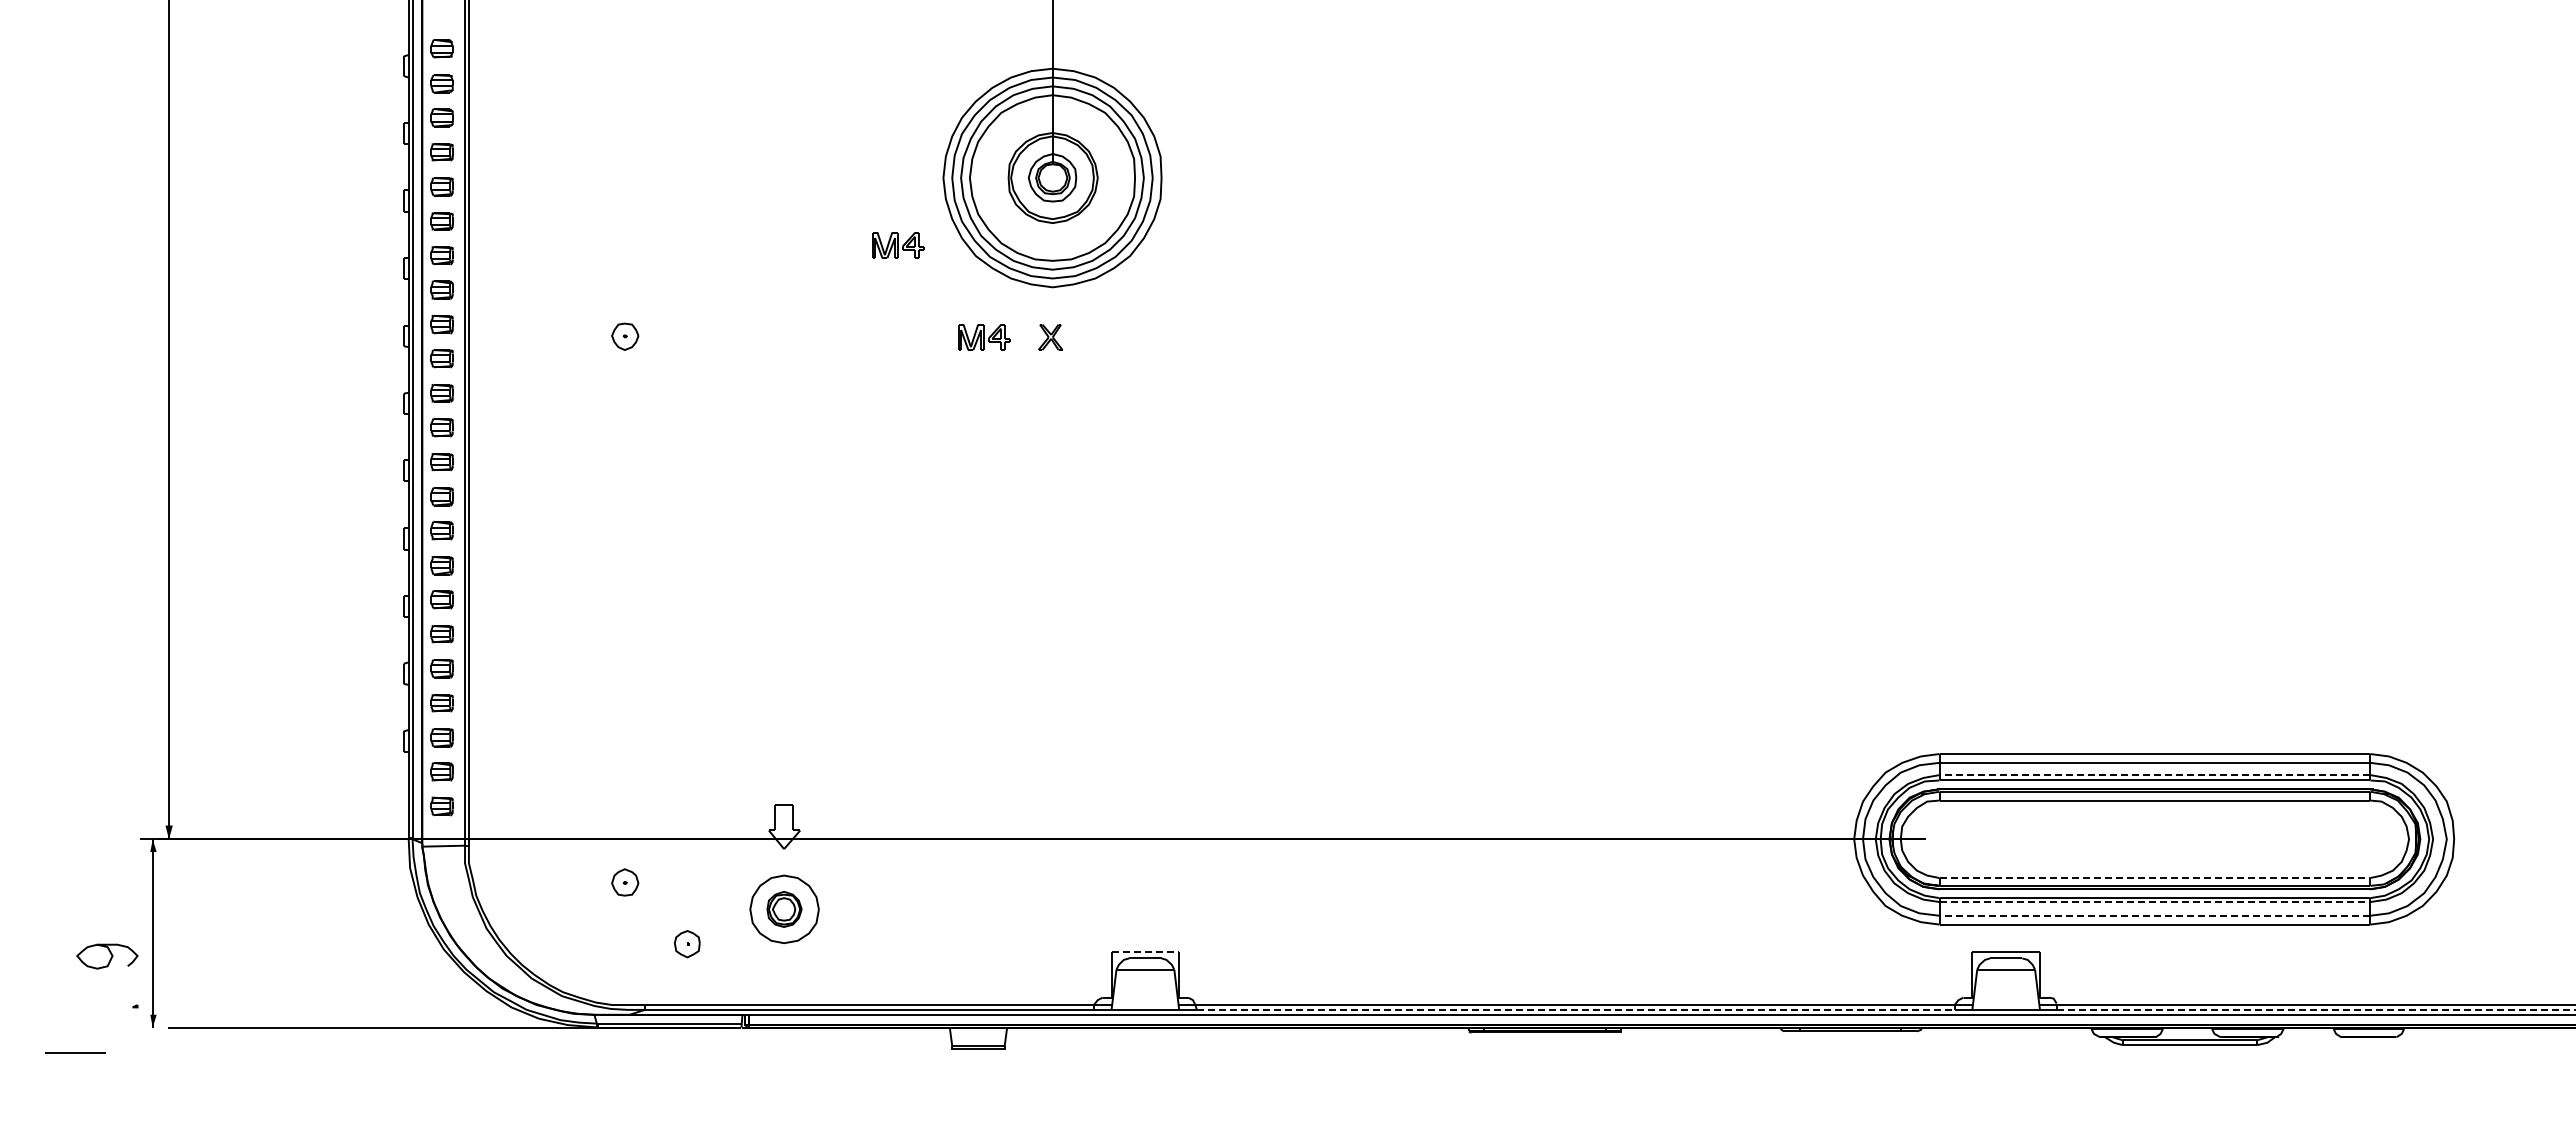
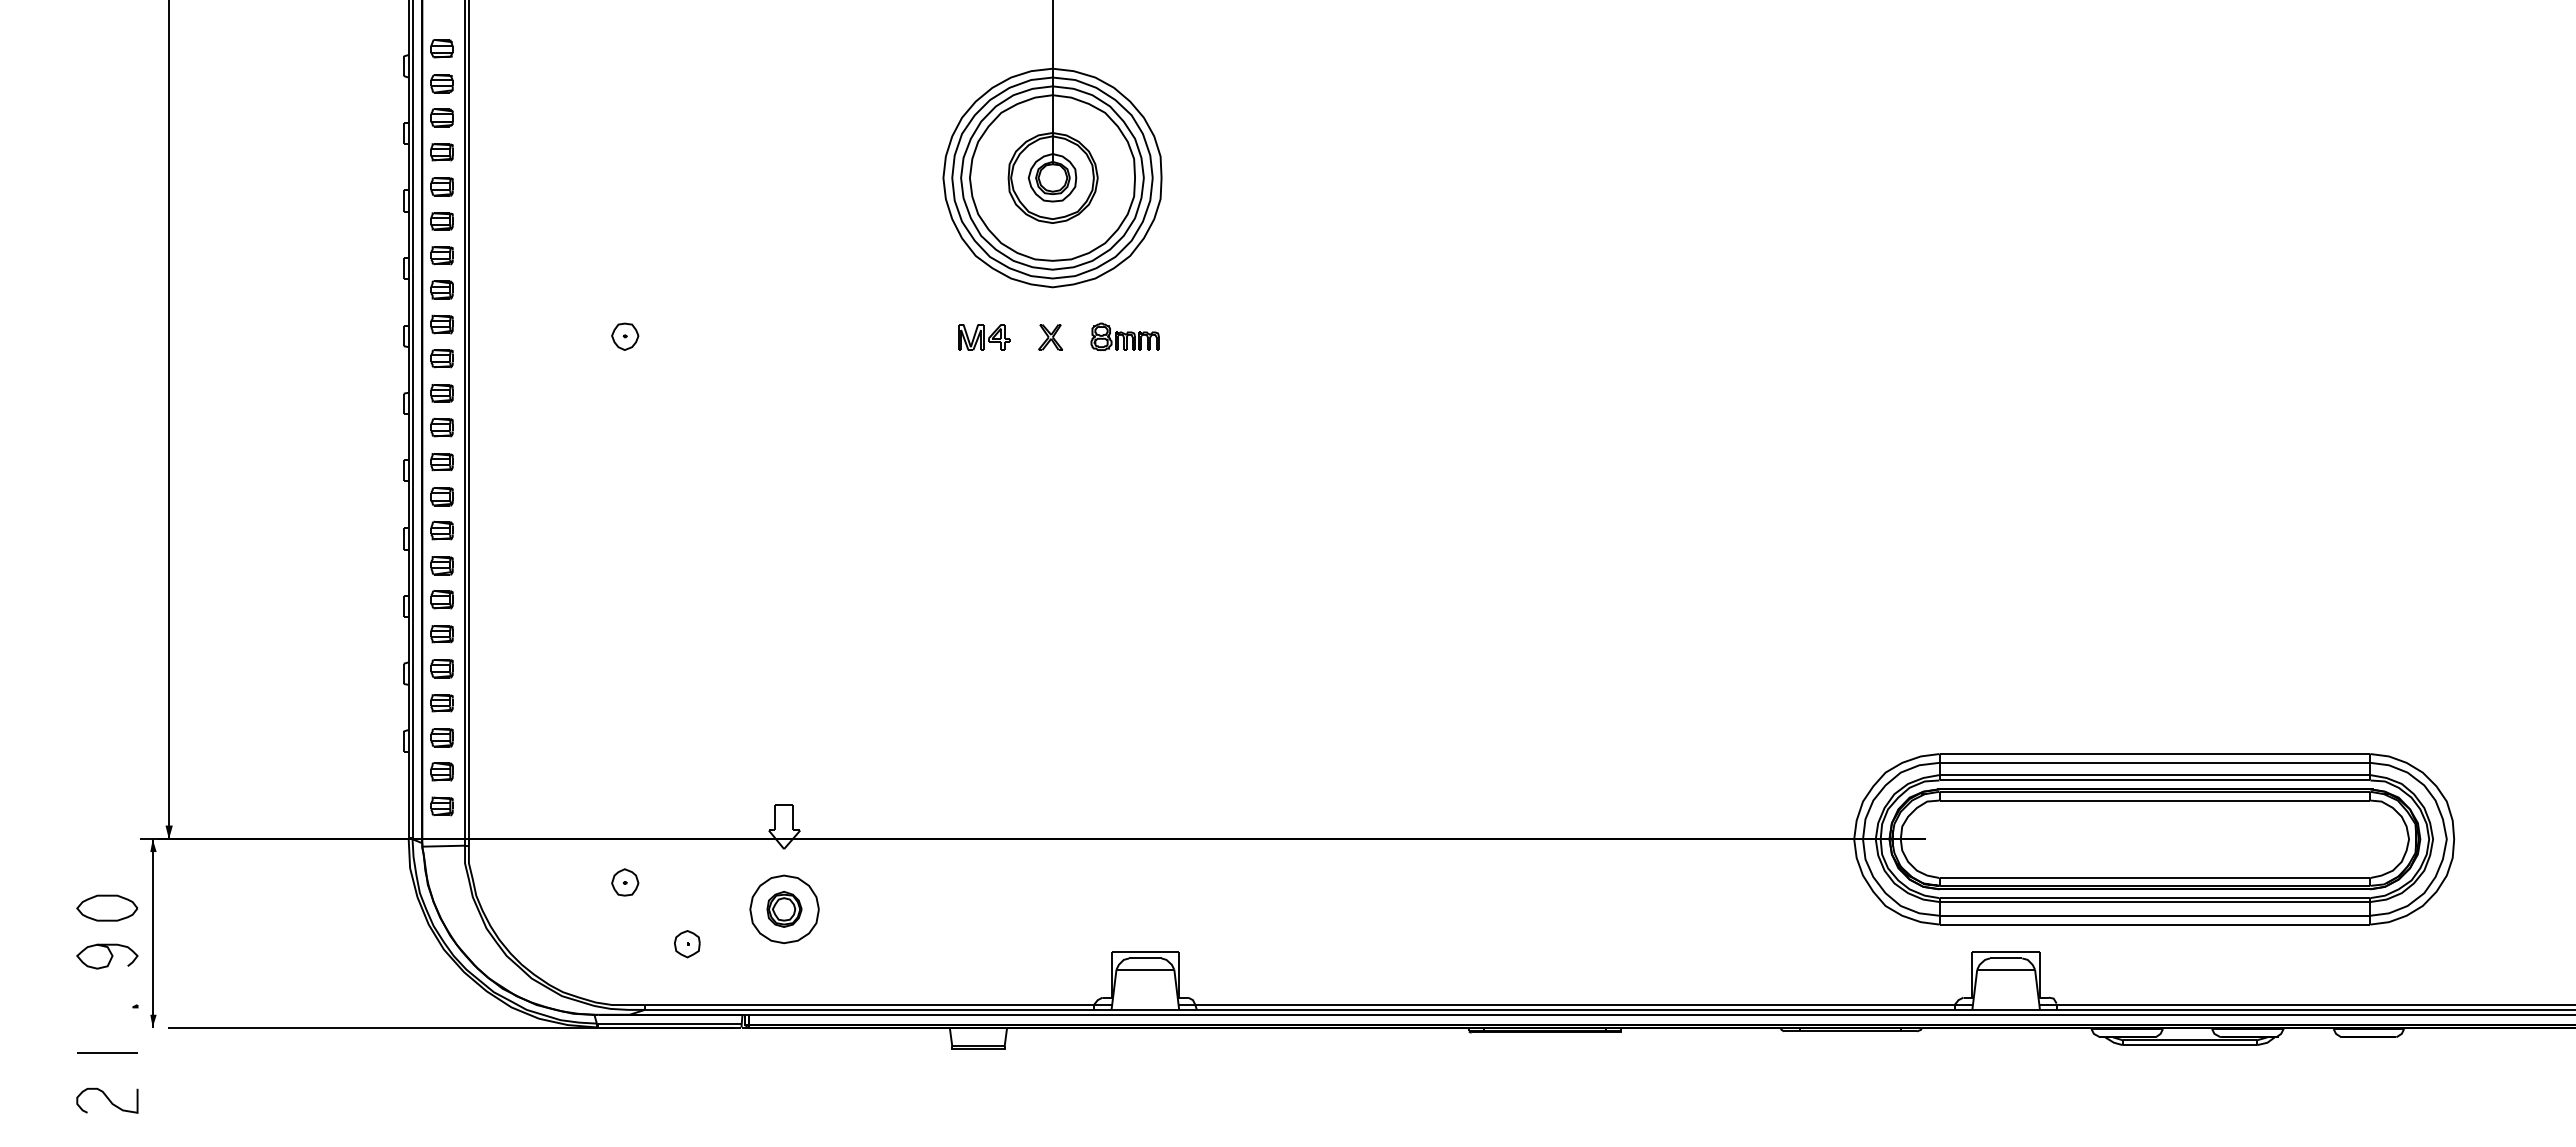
part at (898, 245): present -> none
part at (1124, 336): none -> present
line at (2154, 775): dashed -> solid
line at (2155, 878): dashed -> solid
line at (2155, 902): dashed -> solid
part at (106, 907): none -> present
line at (2154, 915): dashed -> solid
line at (1145, 952): dashed -> solid
line at (1575, 1009): dashed -> solid
line at (2316, 1009): dashed -> solid
line at (75, 1052) position: (75, 1052) -> (107, 1052)
curve at (107, 1099): none -> present
